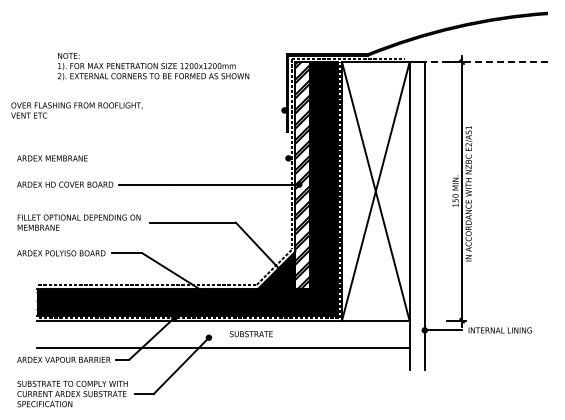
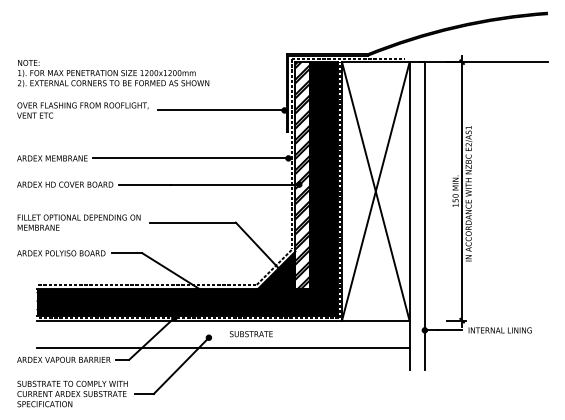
line at (484, 62): dashed -> solid
text at (153, 66) position: (153, 66) -> (113, 73)
text at (76, 110) position: (76, 110) -> (82, 110)
line at (221, 110): none -> present
line at (190, 158): none -> present
